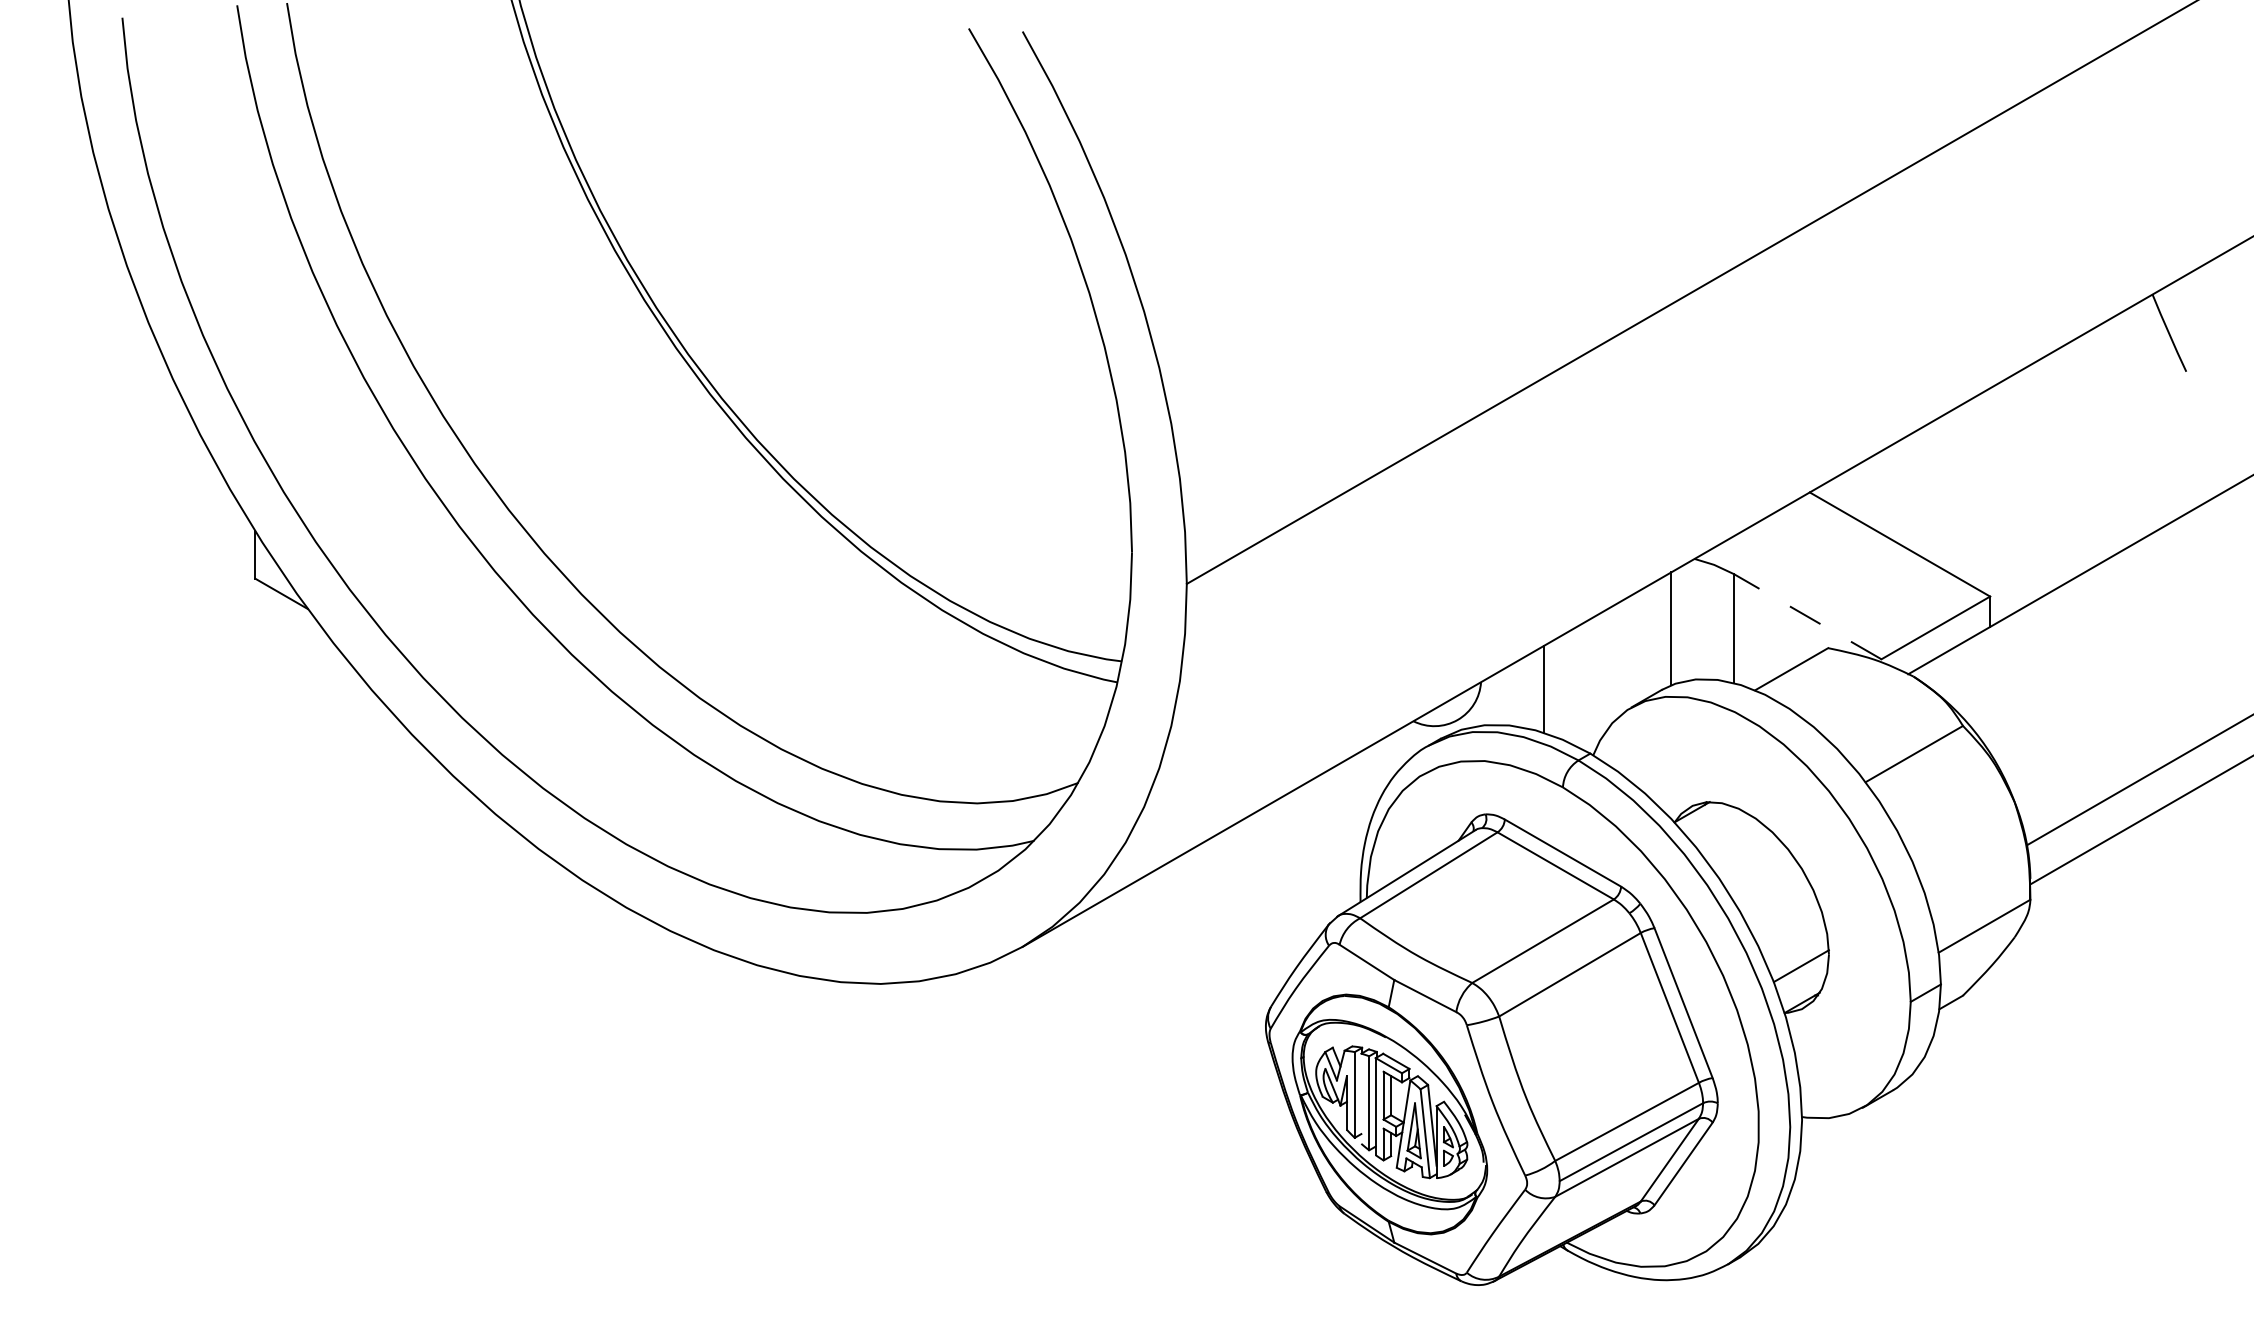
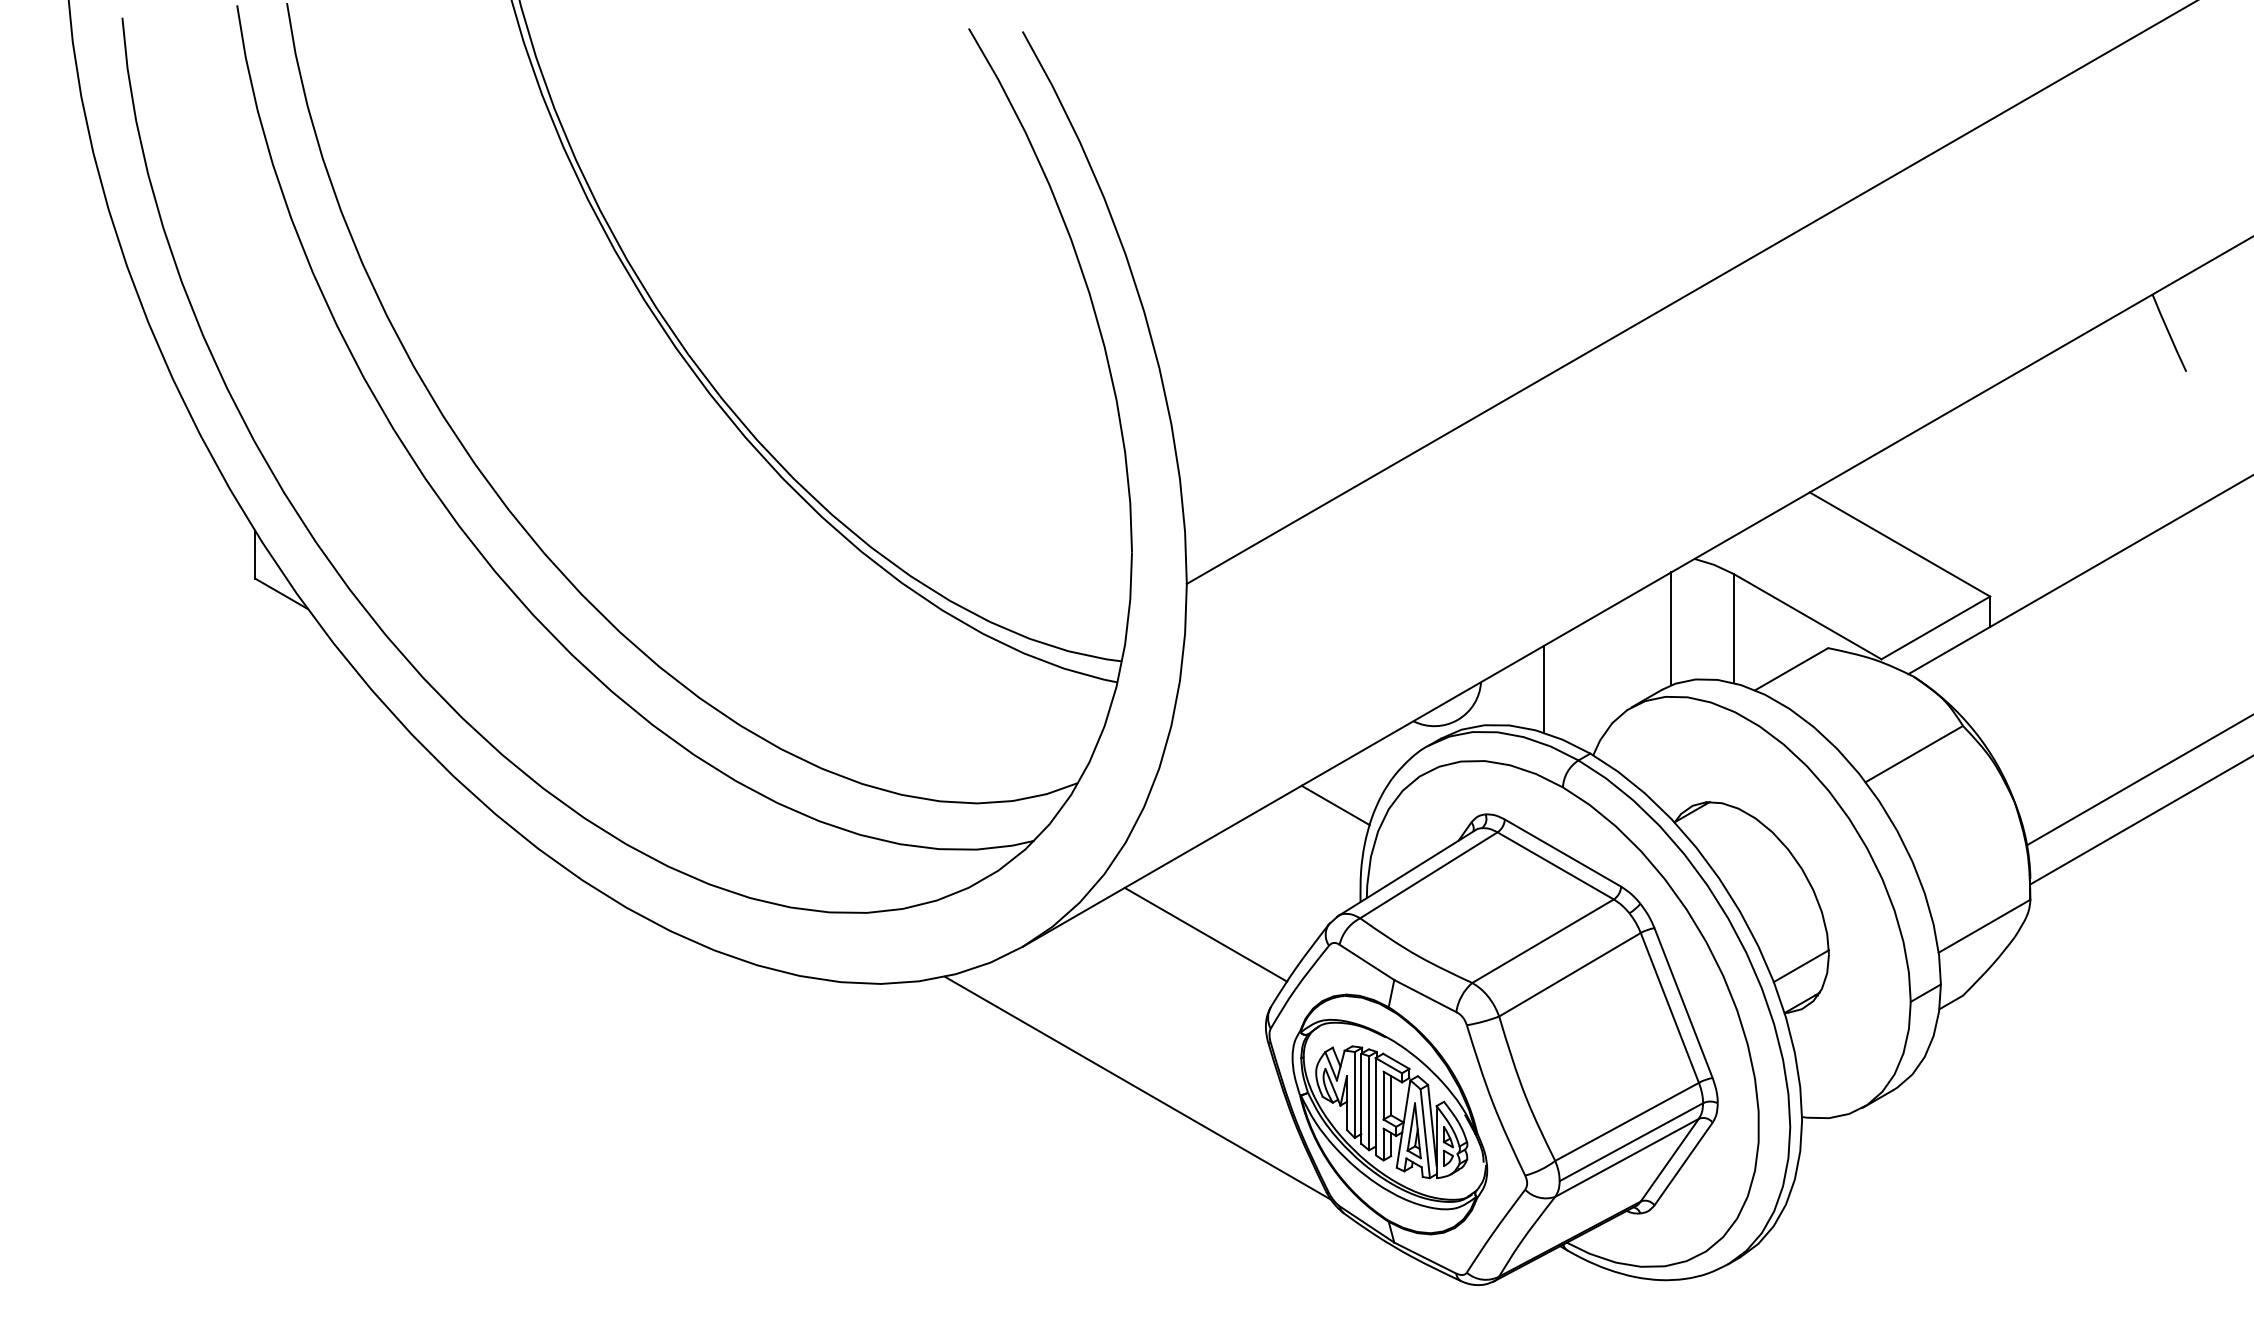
line at (1807, 616): dashed -> solid
line at (1335, 805): none -> present
line at (1205, 934): none -> present
line at (1137, 1087): none -> present
line at (1361, 1098): none -> present
